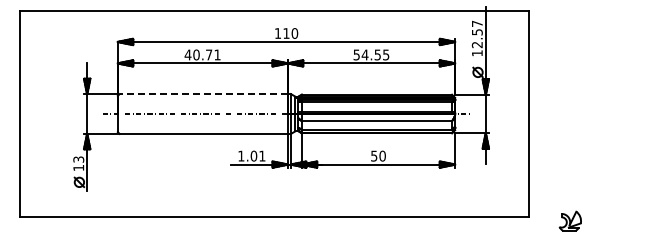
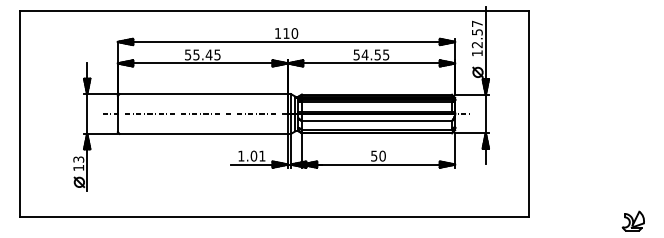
text at (202, 54): 40.71 -> 55.45
line at (203, 94): dashed -> solid
part at (569, 220) position: (569, 220) -> (632, 220)
